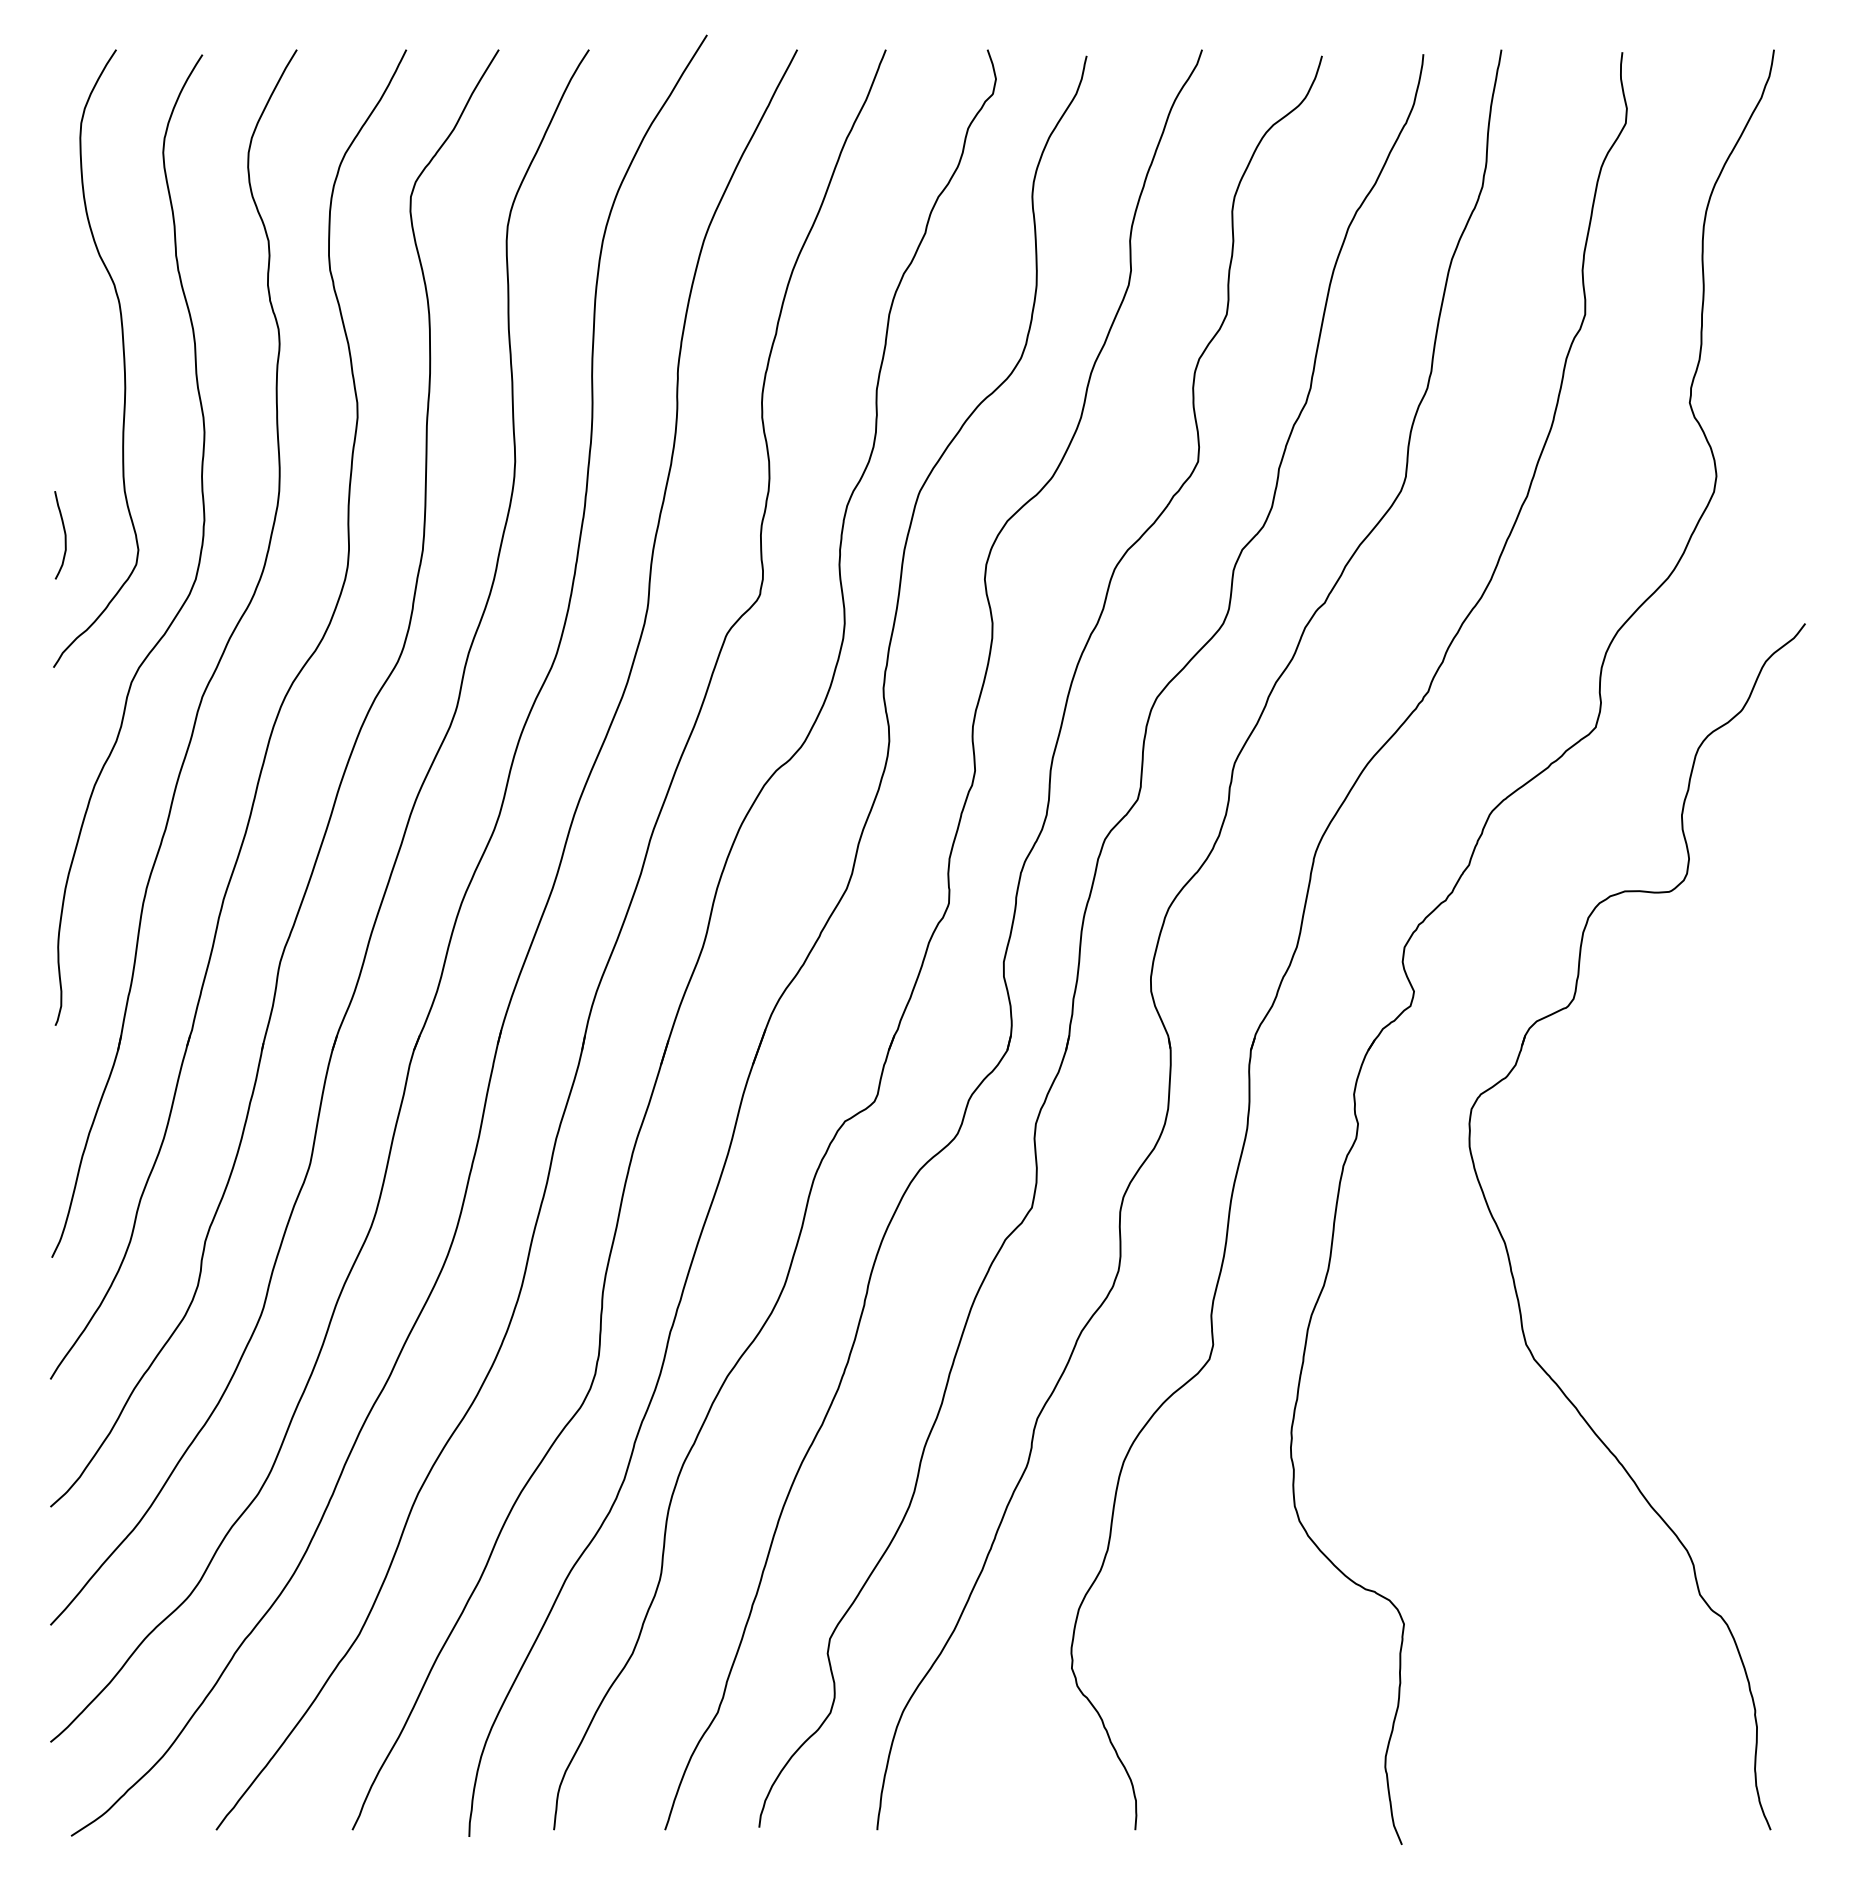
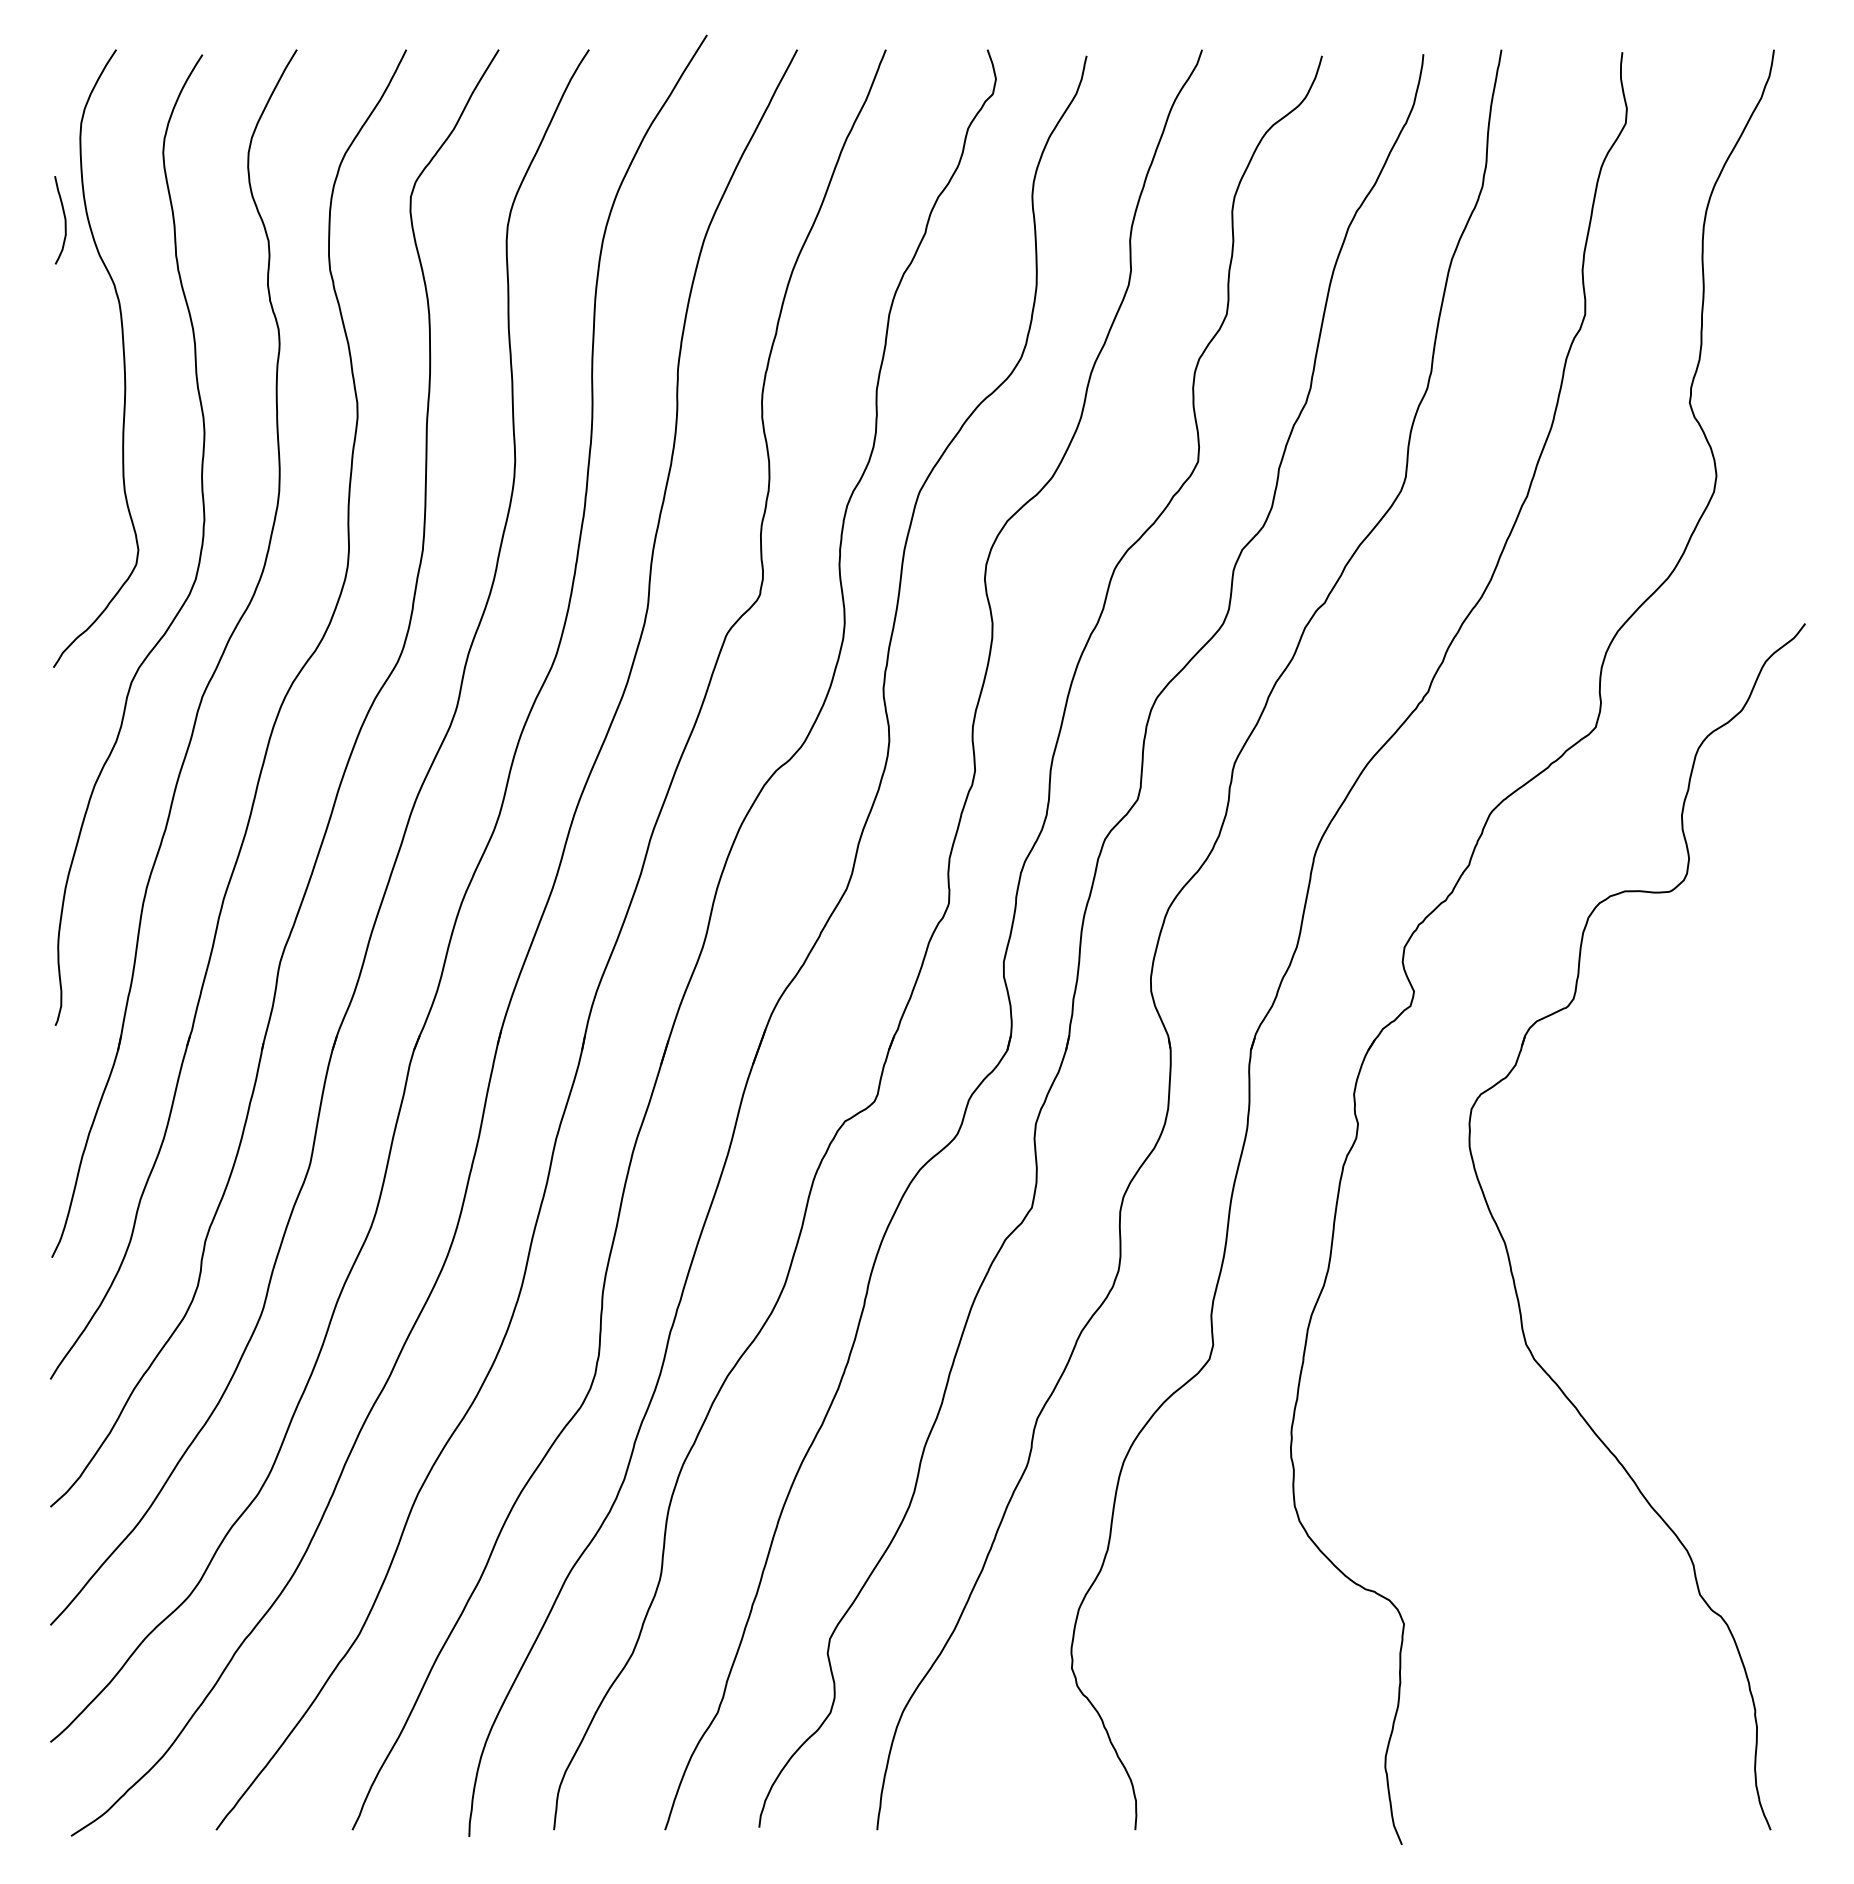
curve at (64, 535) position: (64, 535) -> (64, 220)
